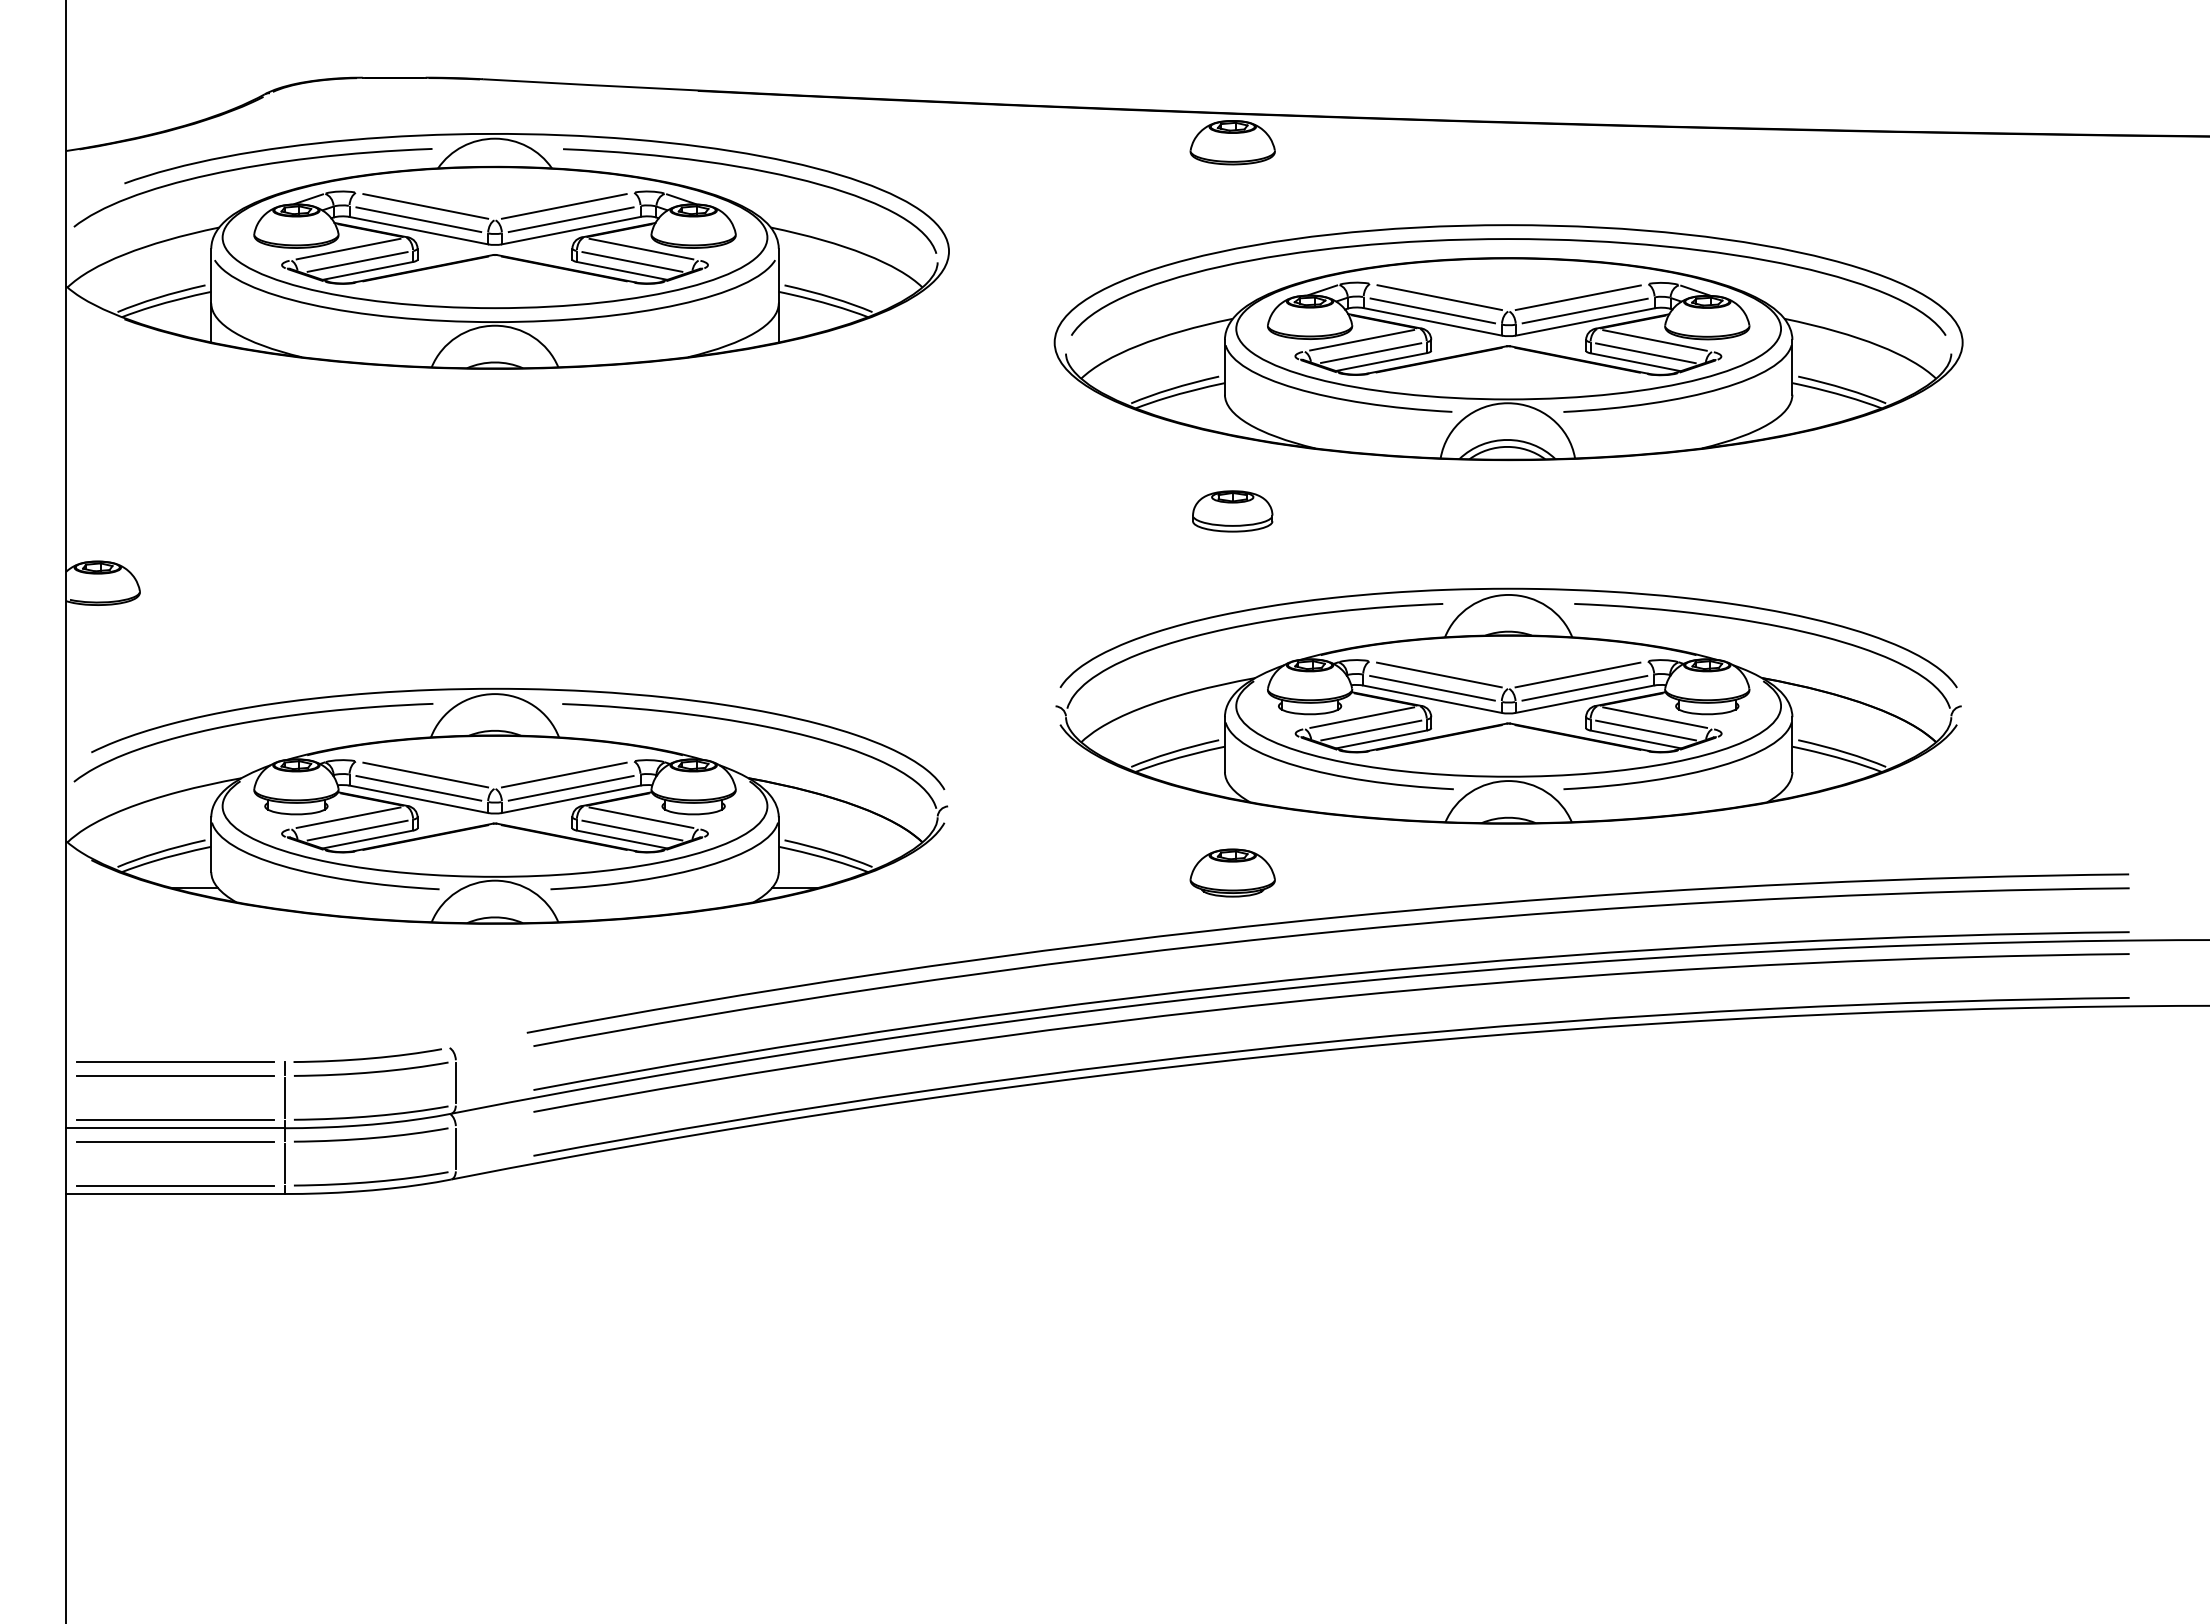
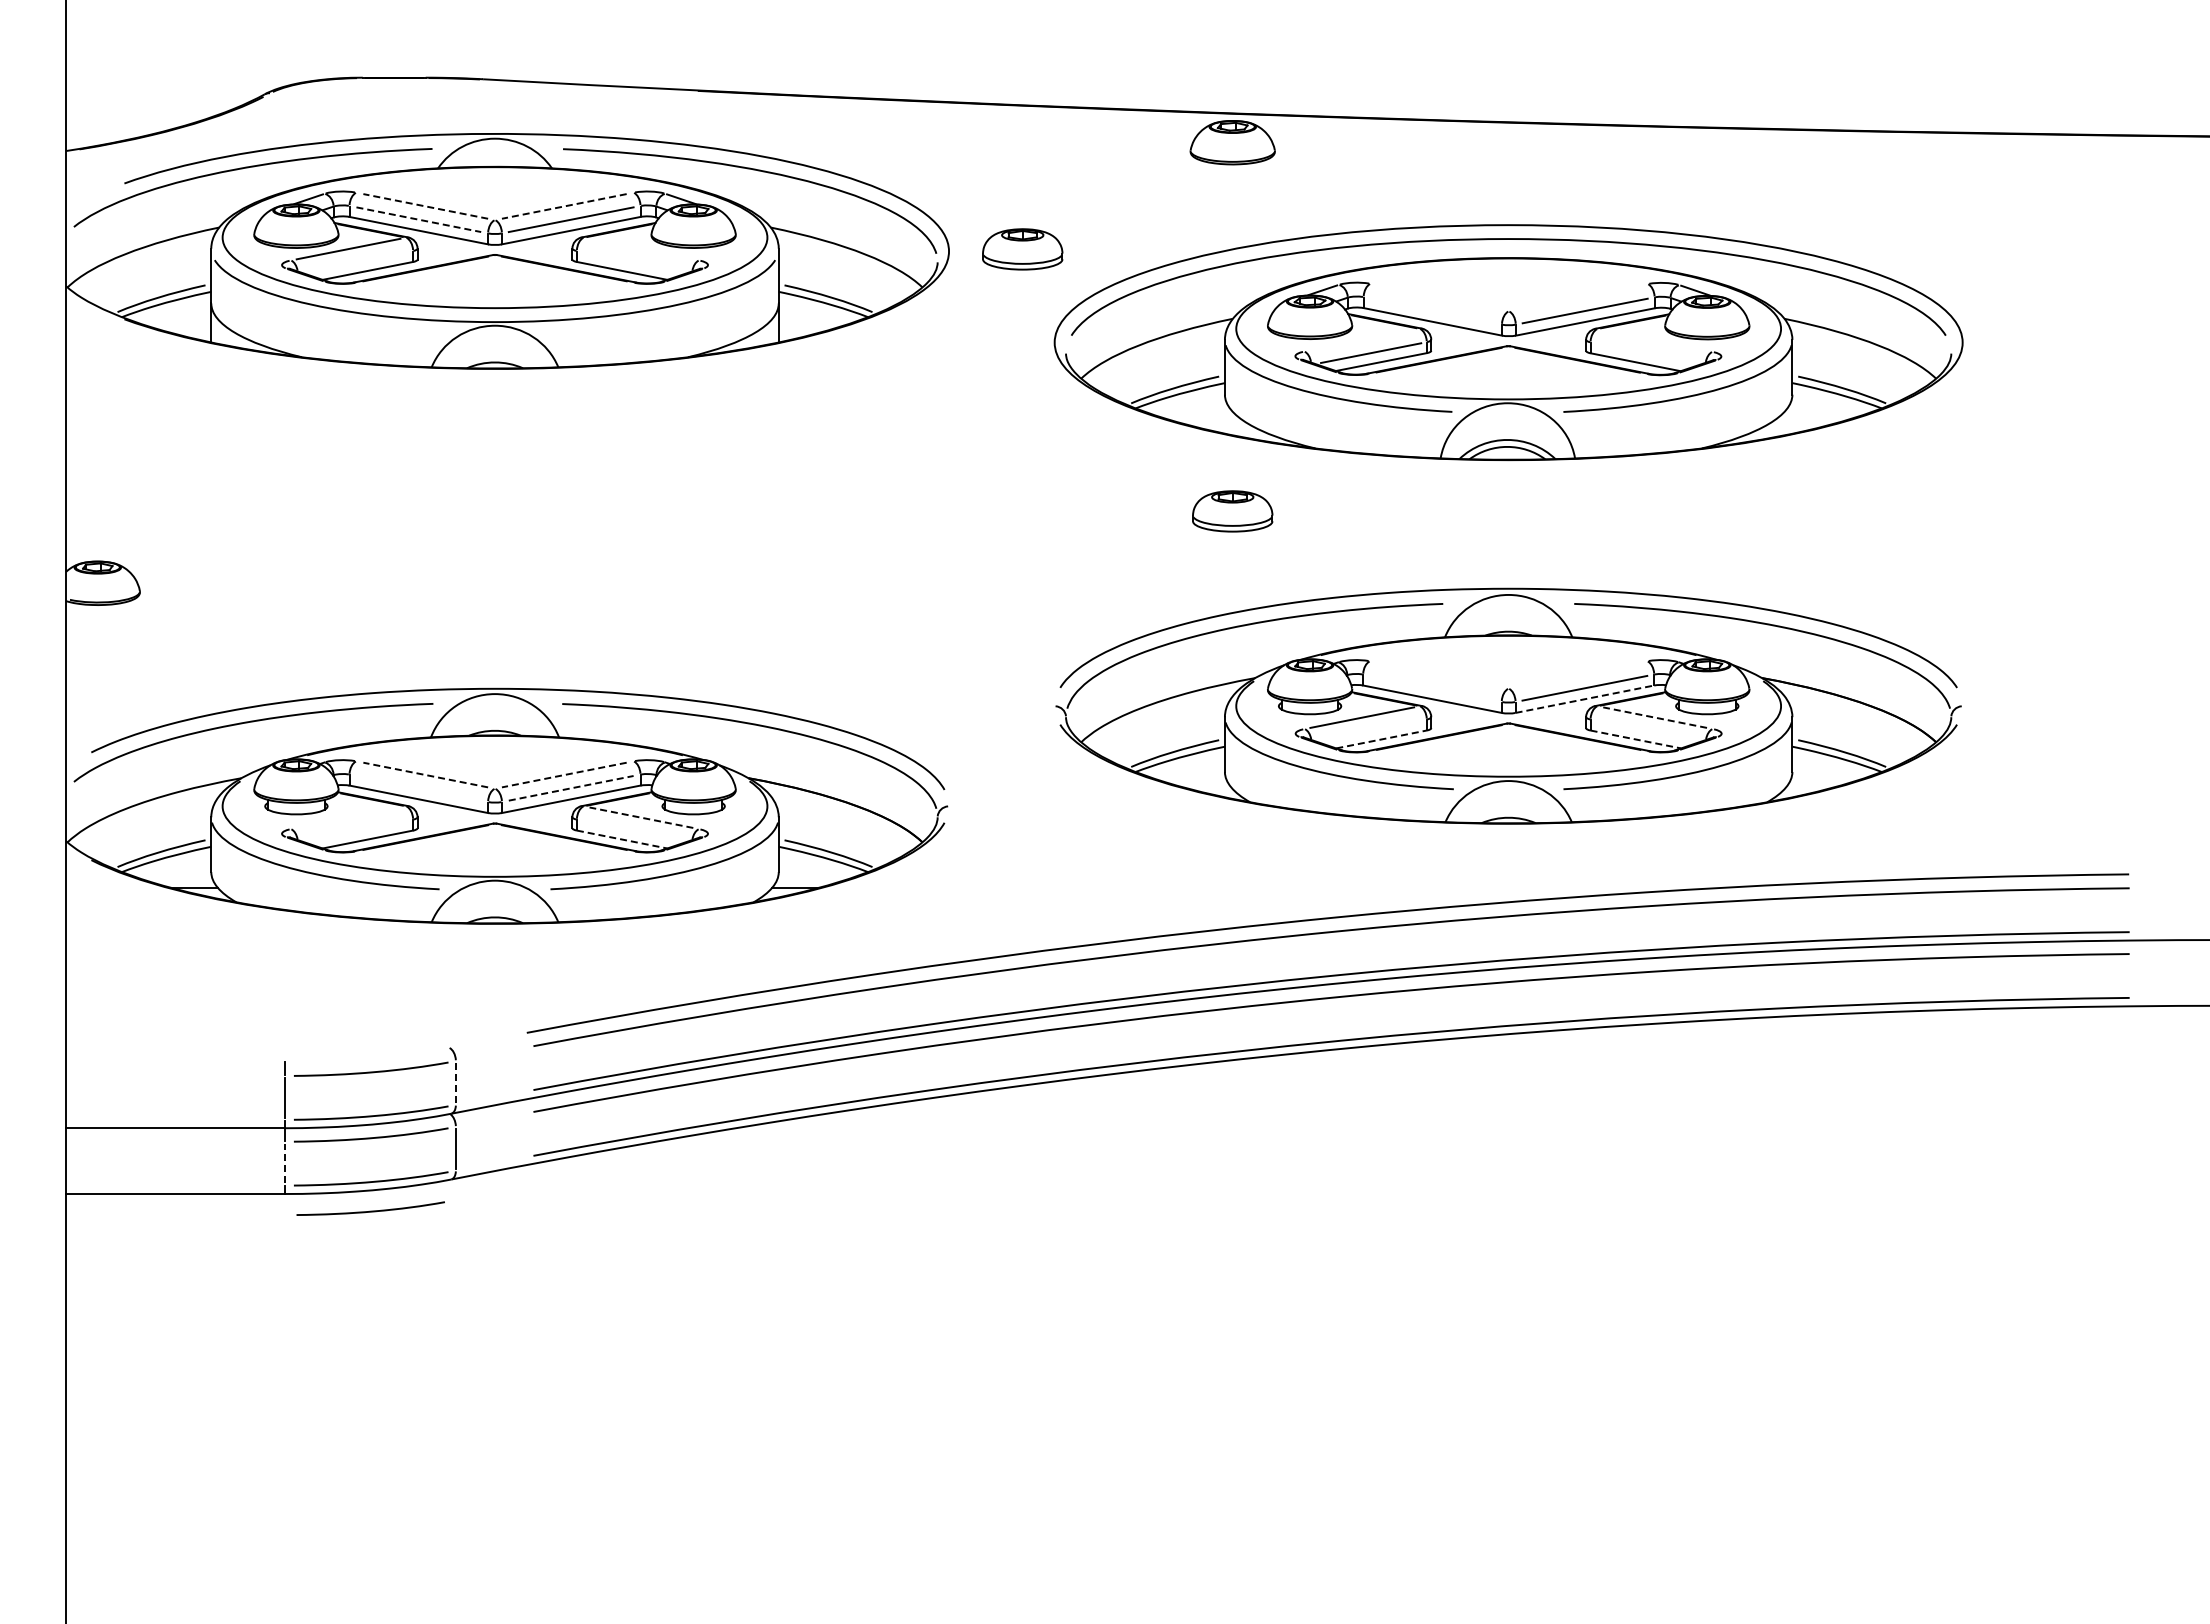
line at (425, 206): solid -> dashed
line at (564, 206): solid -> dashed
line at (418, 219): solid -> dashed
line at (641, 248): present -> none
part at (1022, 249): none -> present
line at (357, 261): present -> none
line at (632, 261): present -> none
line at (1439, 297): present -> none
line at (1577, 297): present -> none
line at (1432, 310): present -> none
line at (1362, 340): present -> none
line at (1654, 340): present -> none
line at (1645, 353): present -> none
line at (1439, 674): present -> none
line at (1577, 674): present -> none
line at (1432, 687): present -> none
line at (1584, 699): solid -> dashed
line at (1655, 717): solid -> dashed
line at (1371, 730): present -> none
line at (1645, 730): present -> none
line at (1382, 739): solid -> dashed
line at (1636, 739): solid -> dashed
line at (425, 775): solid -> dashed
line at (564, 775): solid -> dashed
line at (418, 787): present -> none
line at (571, 788): solid -> dashed
line at (348, 817): present -> none
line at (641, 817): solid -> dashed
line at (357, 830): present -> none
line at (632, 830): present -> none
line at (622, 839): solid -> dashed
part at (1232, 872): present -> none
curve at (367, 1057) position: (367, 1057) -> (370, 1210)
line at (175, 1062): present -> none
line at (175, 1075): present -> none
line at (455, 1083): solid -> dashed
line at (175, 1119): present -> none
line at (175, 1141): present -> none
line at (284, 1163): solid -> dashed
line at (175, 1185): present -> none
